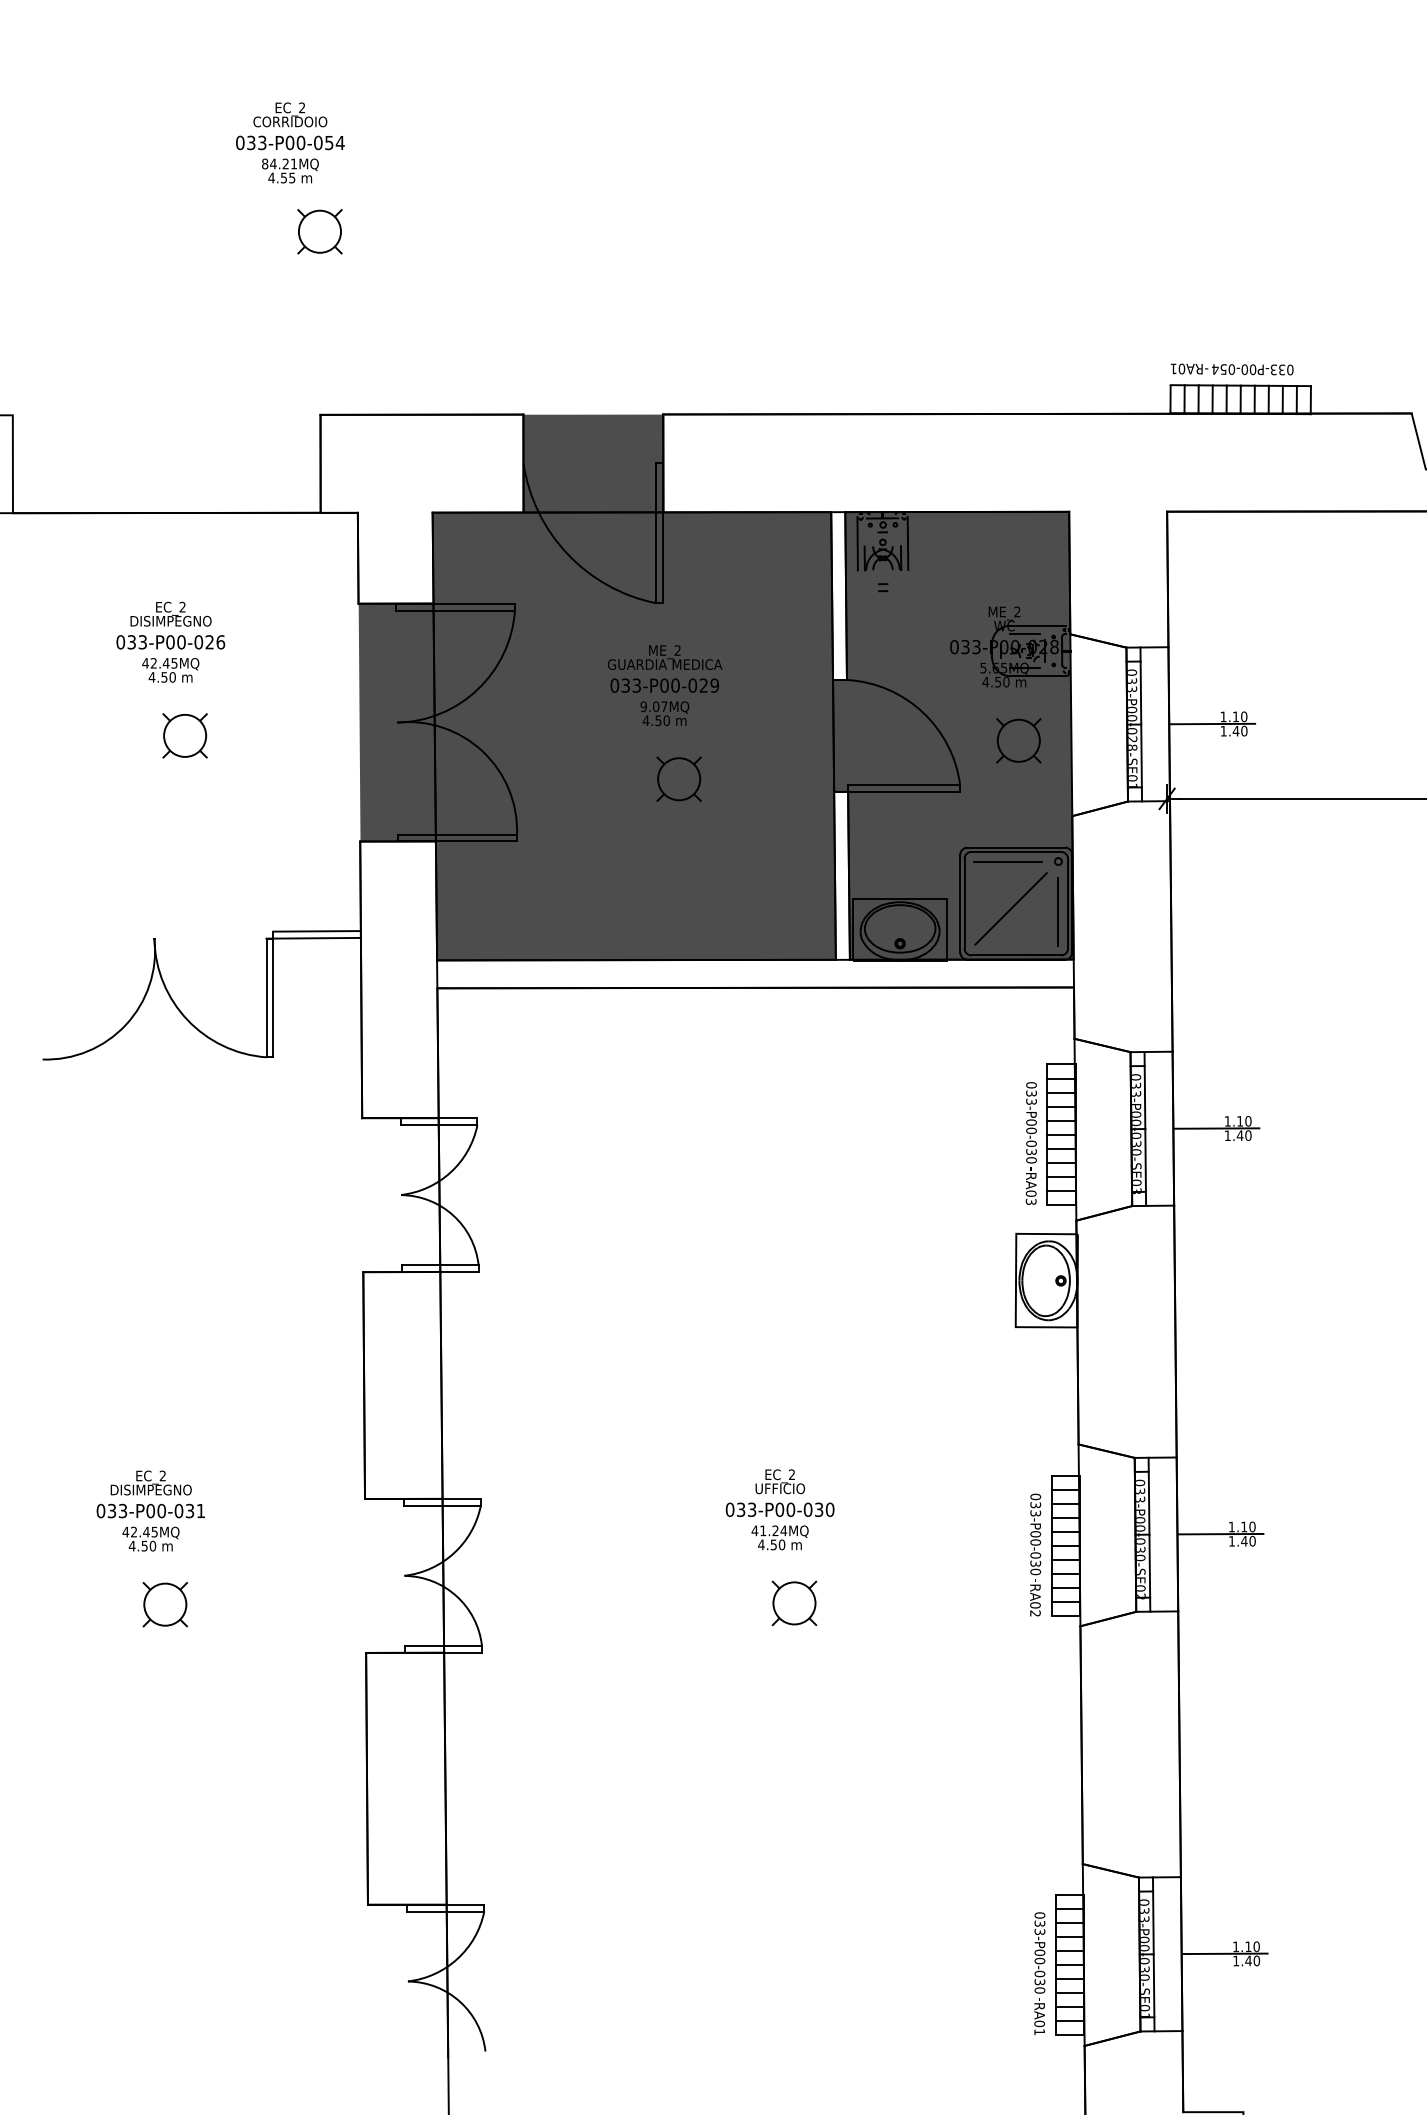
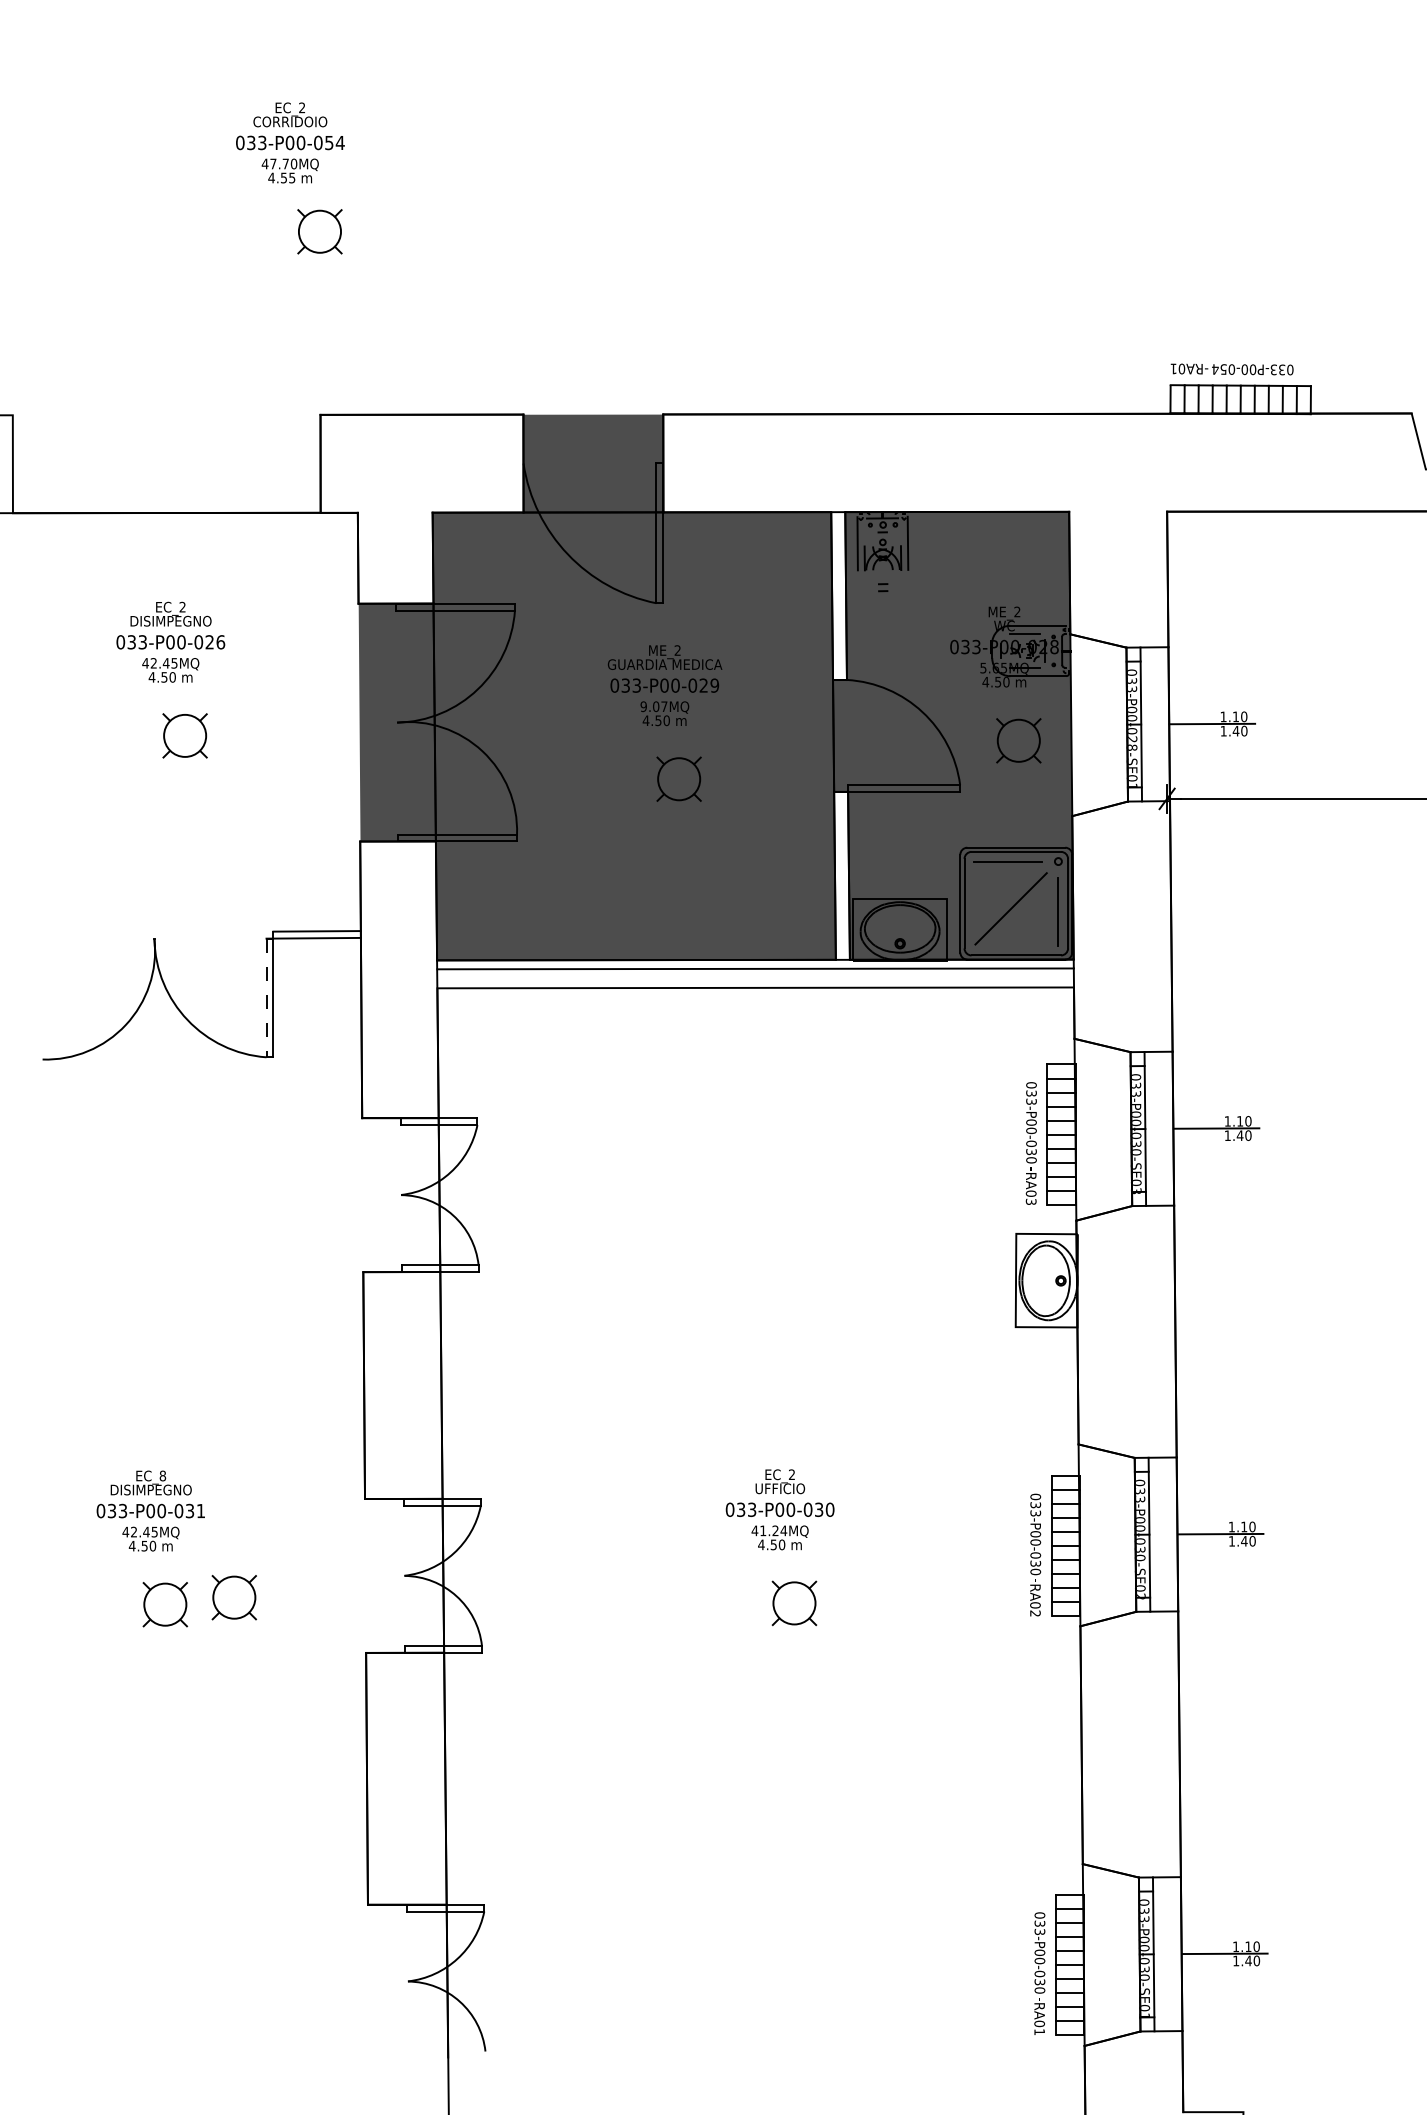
text at (279, 163): 84.21MQ -> 47.70MQ
line at (755, 987) position: (755, 987) -> (755, 968)
line at (266, 998): solid -> dashed
text at (162, 1475): EC_2 -> EC_8
part at (234, 1597): none -> present
